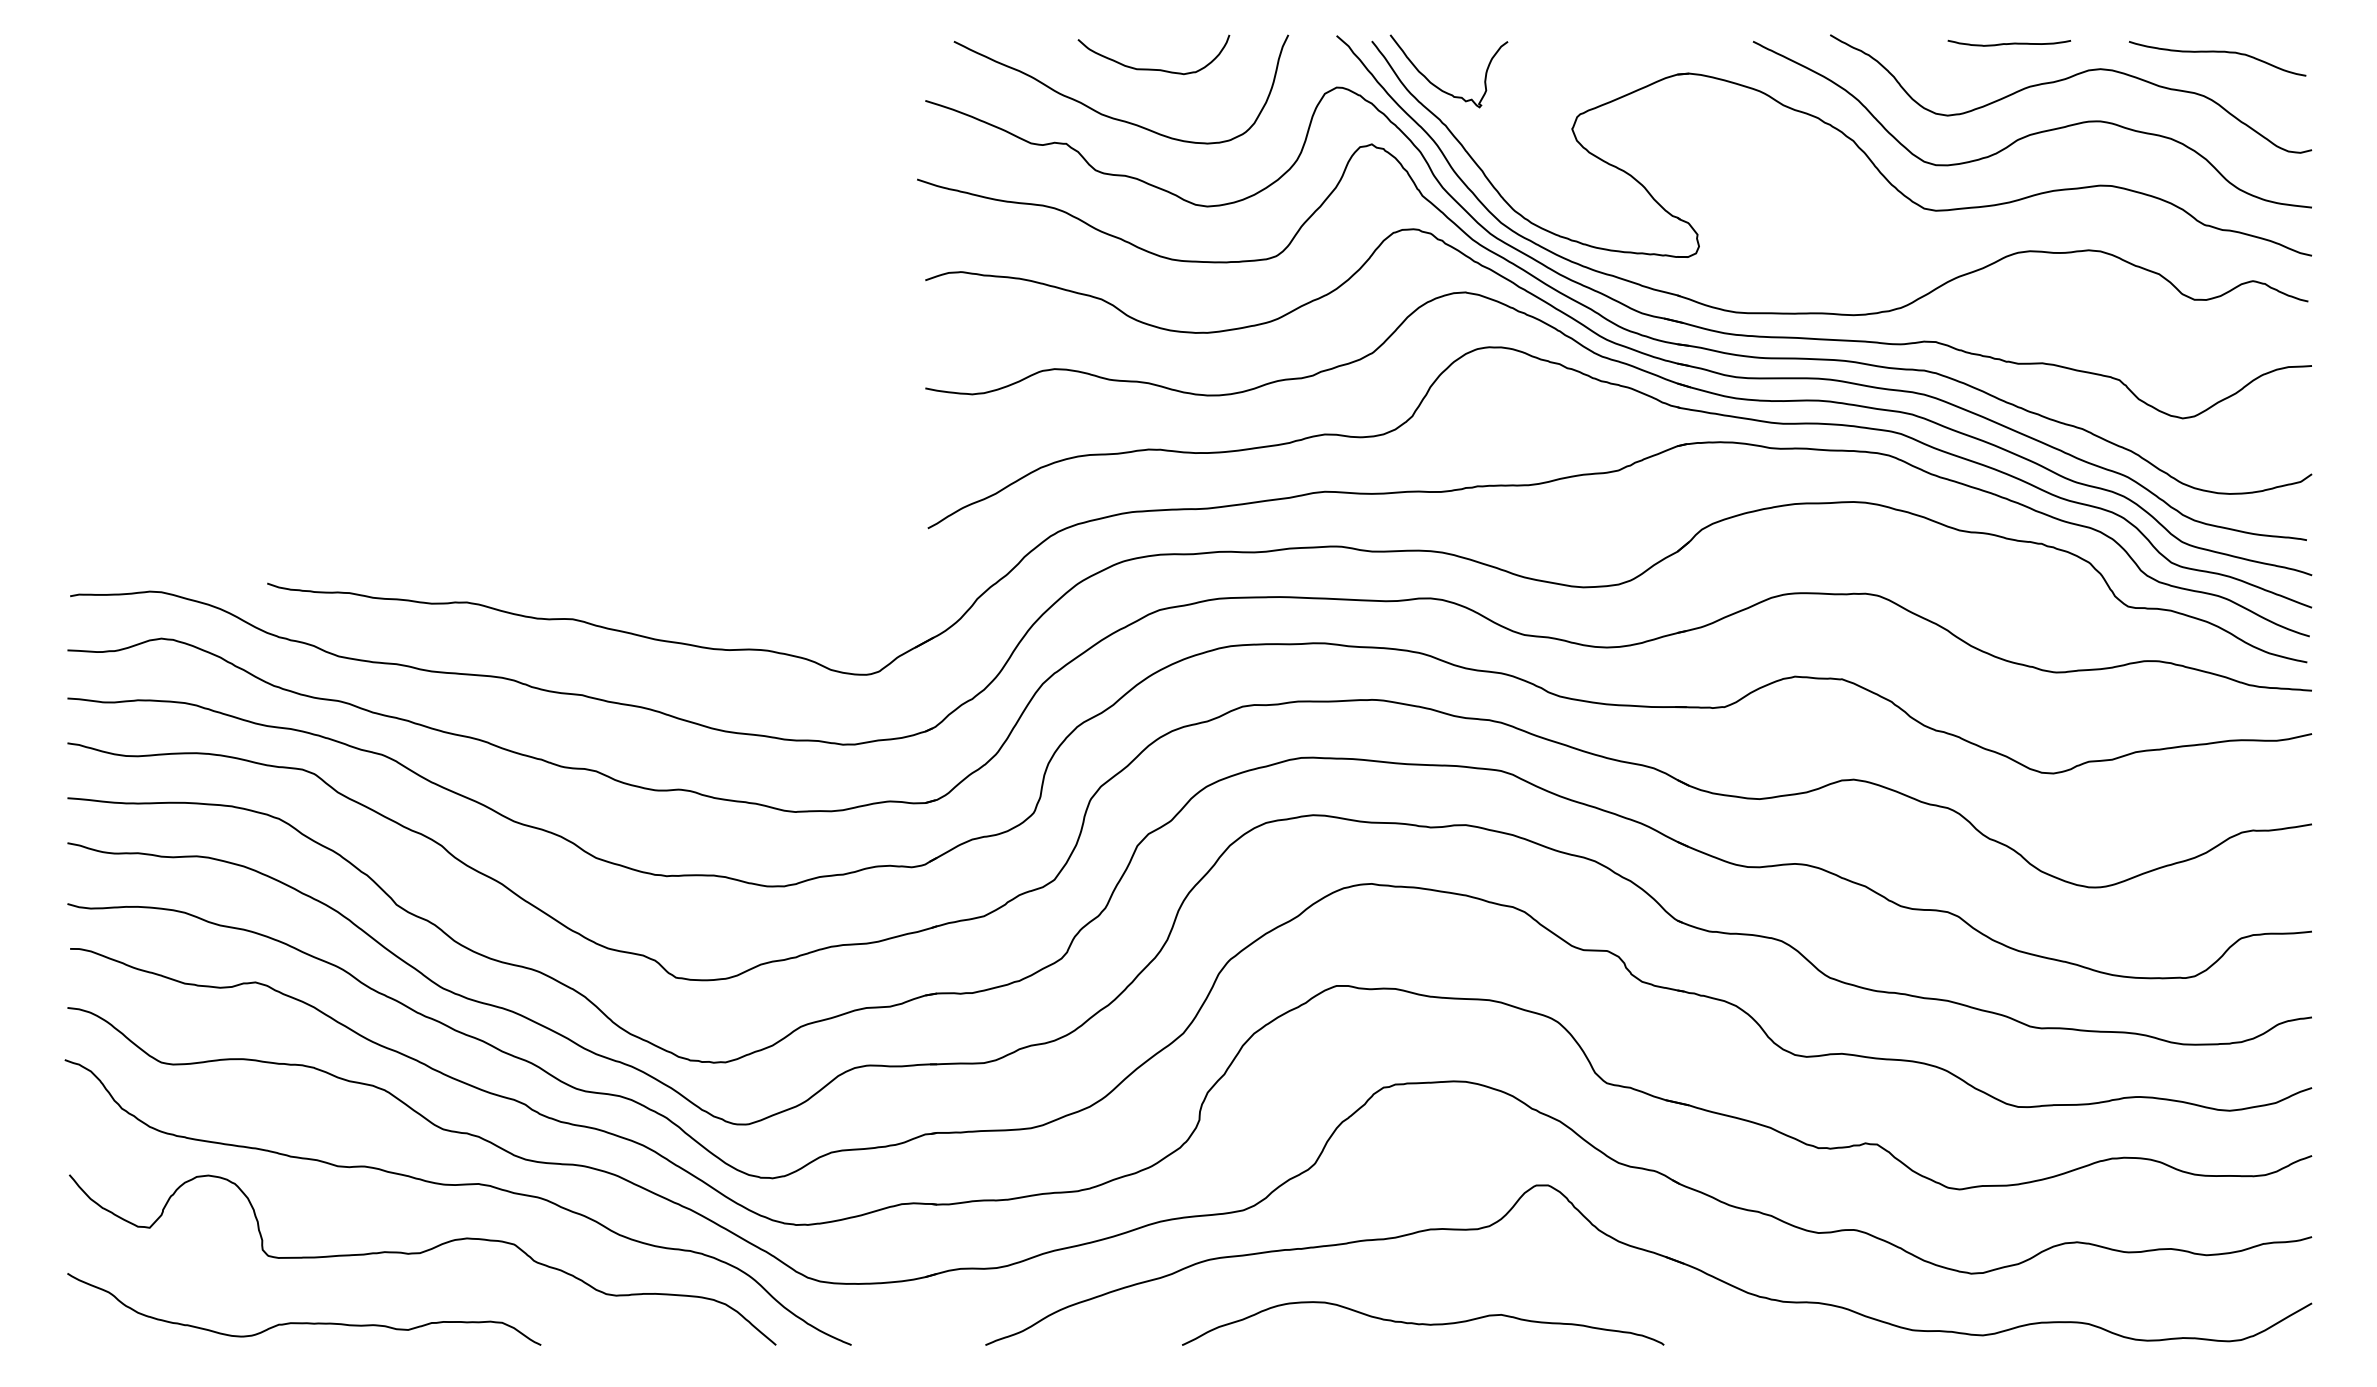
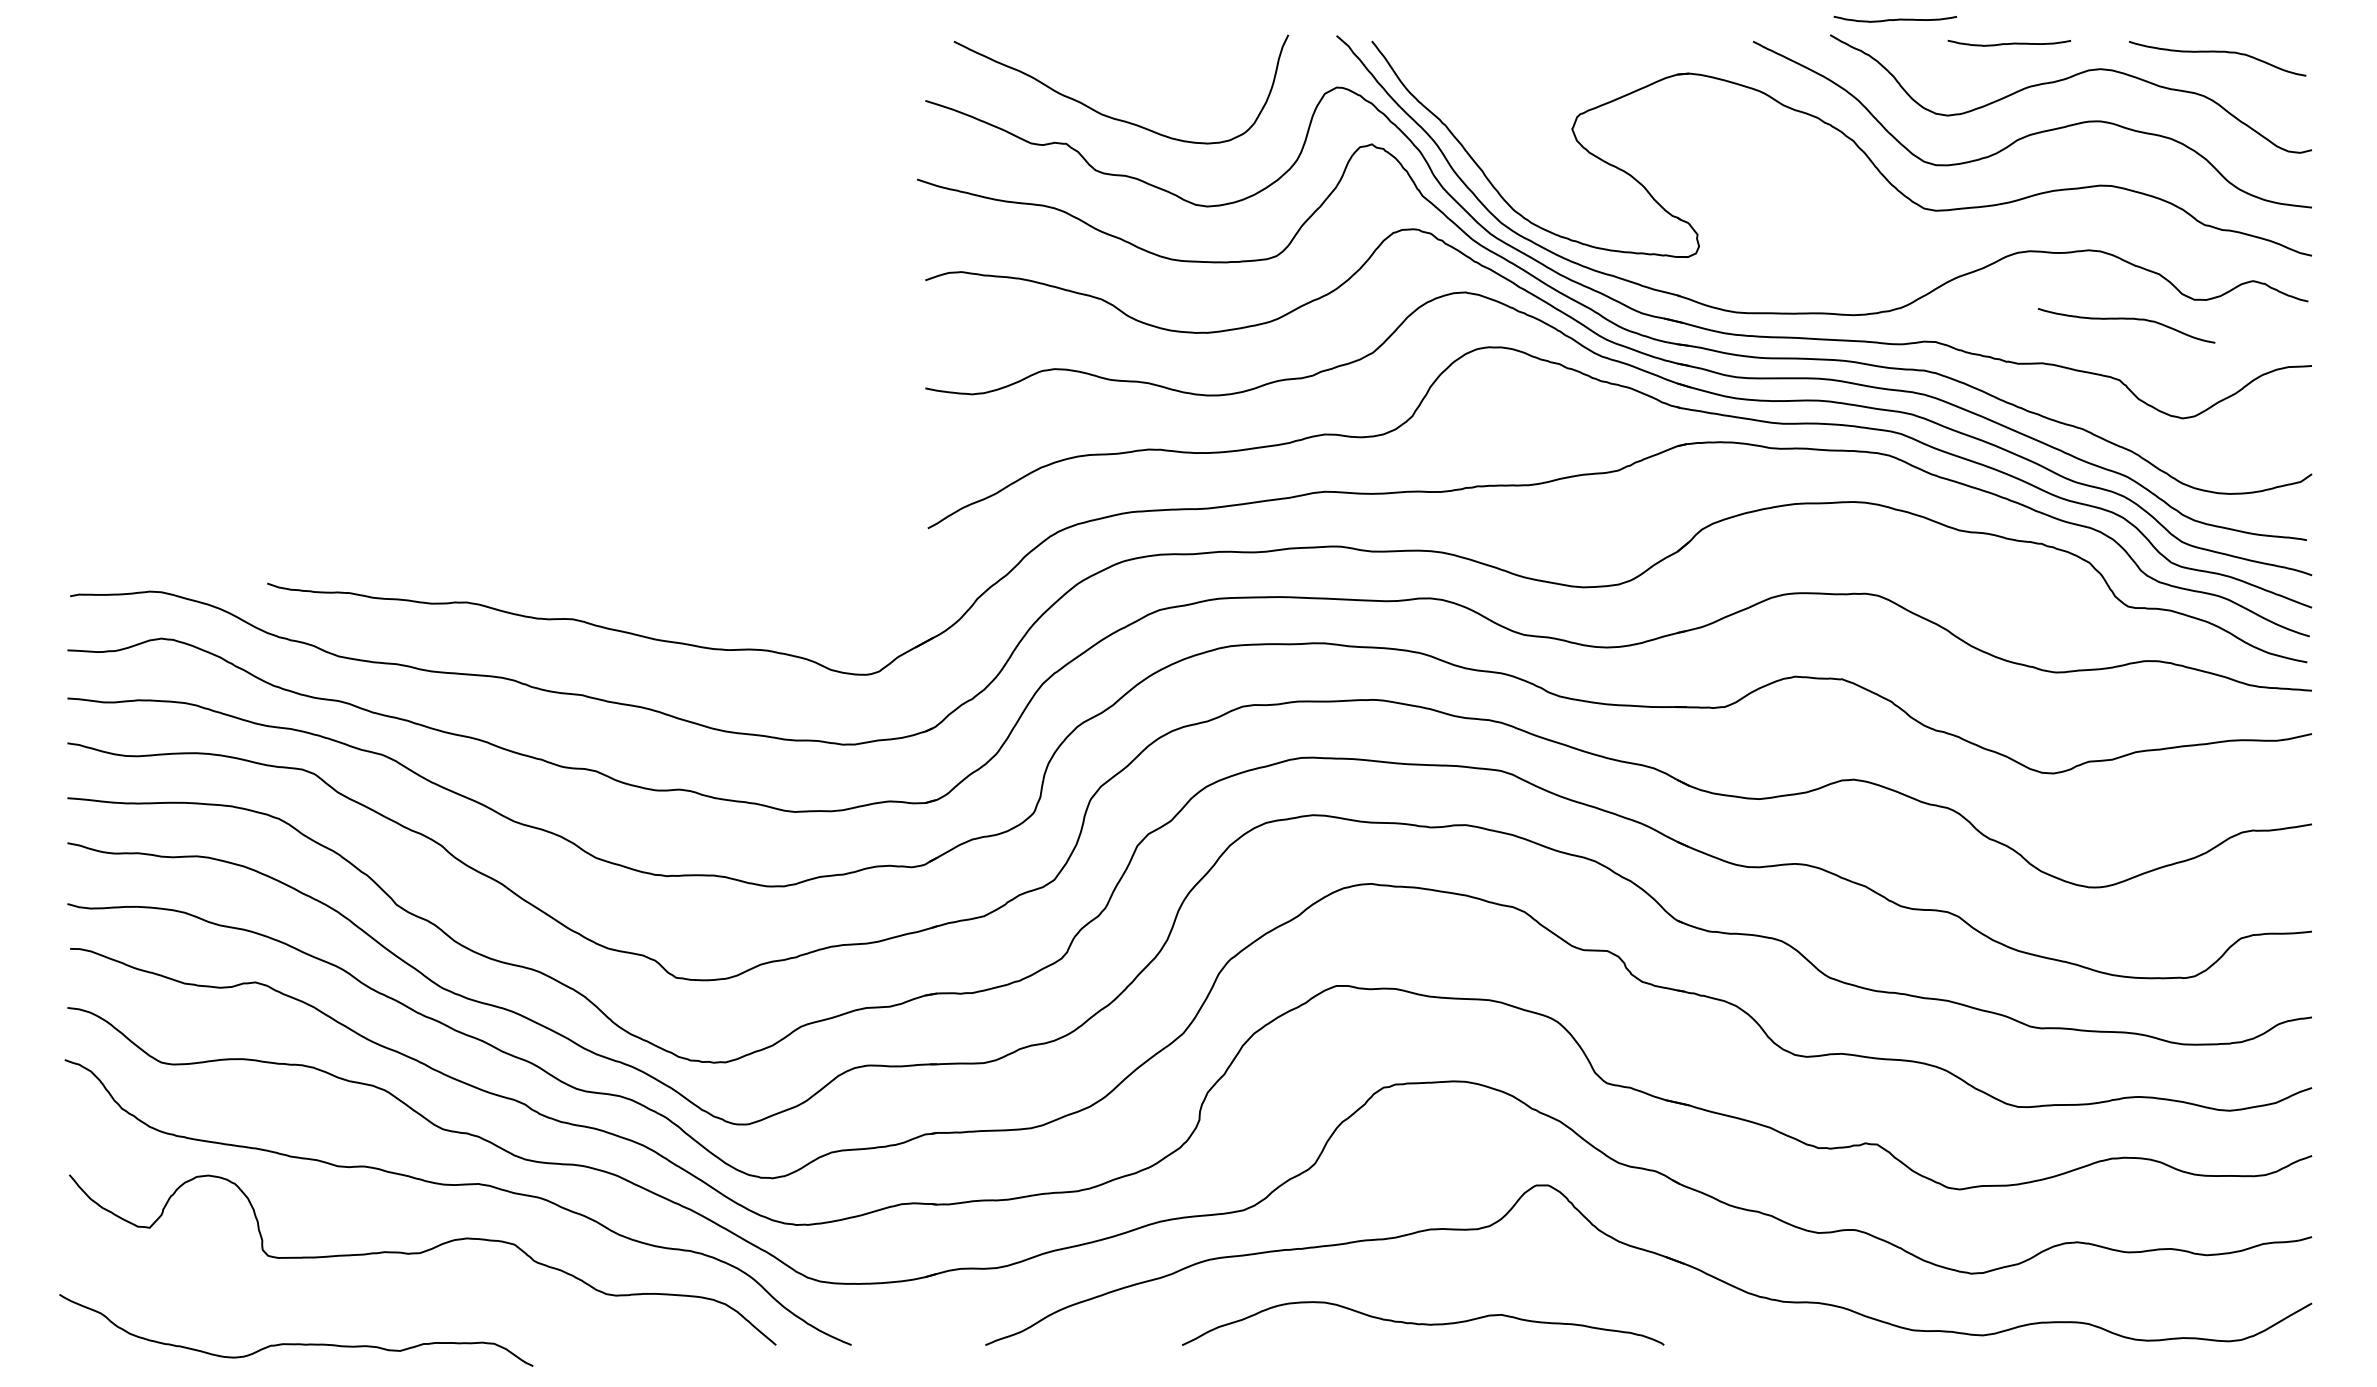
curve at (1895, 19): none -> present
curve at (1153, 68): present -> none
curve at (1439, 87): present -> none
curve at (2126, 319): none -> present
curve at (304, 1322) position: (304, 1322) -> (296, 1343)
